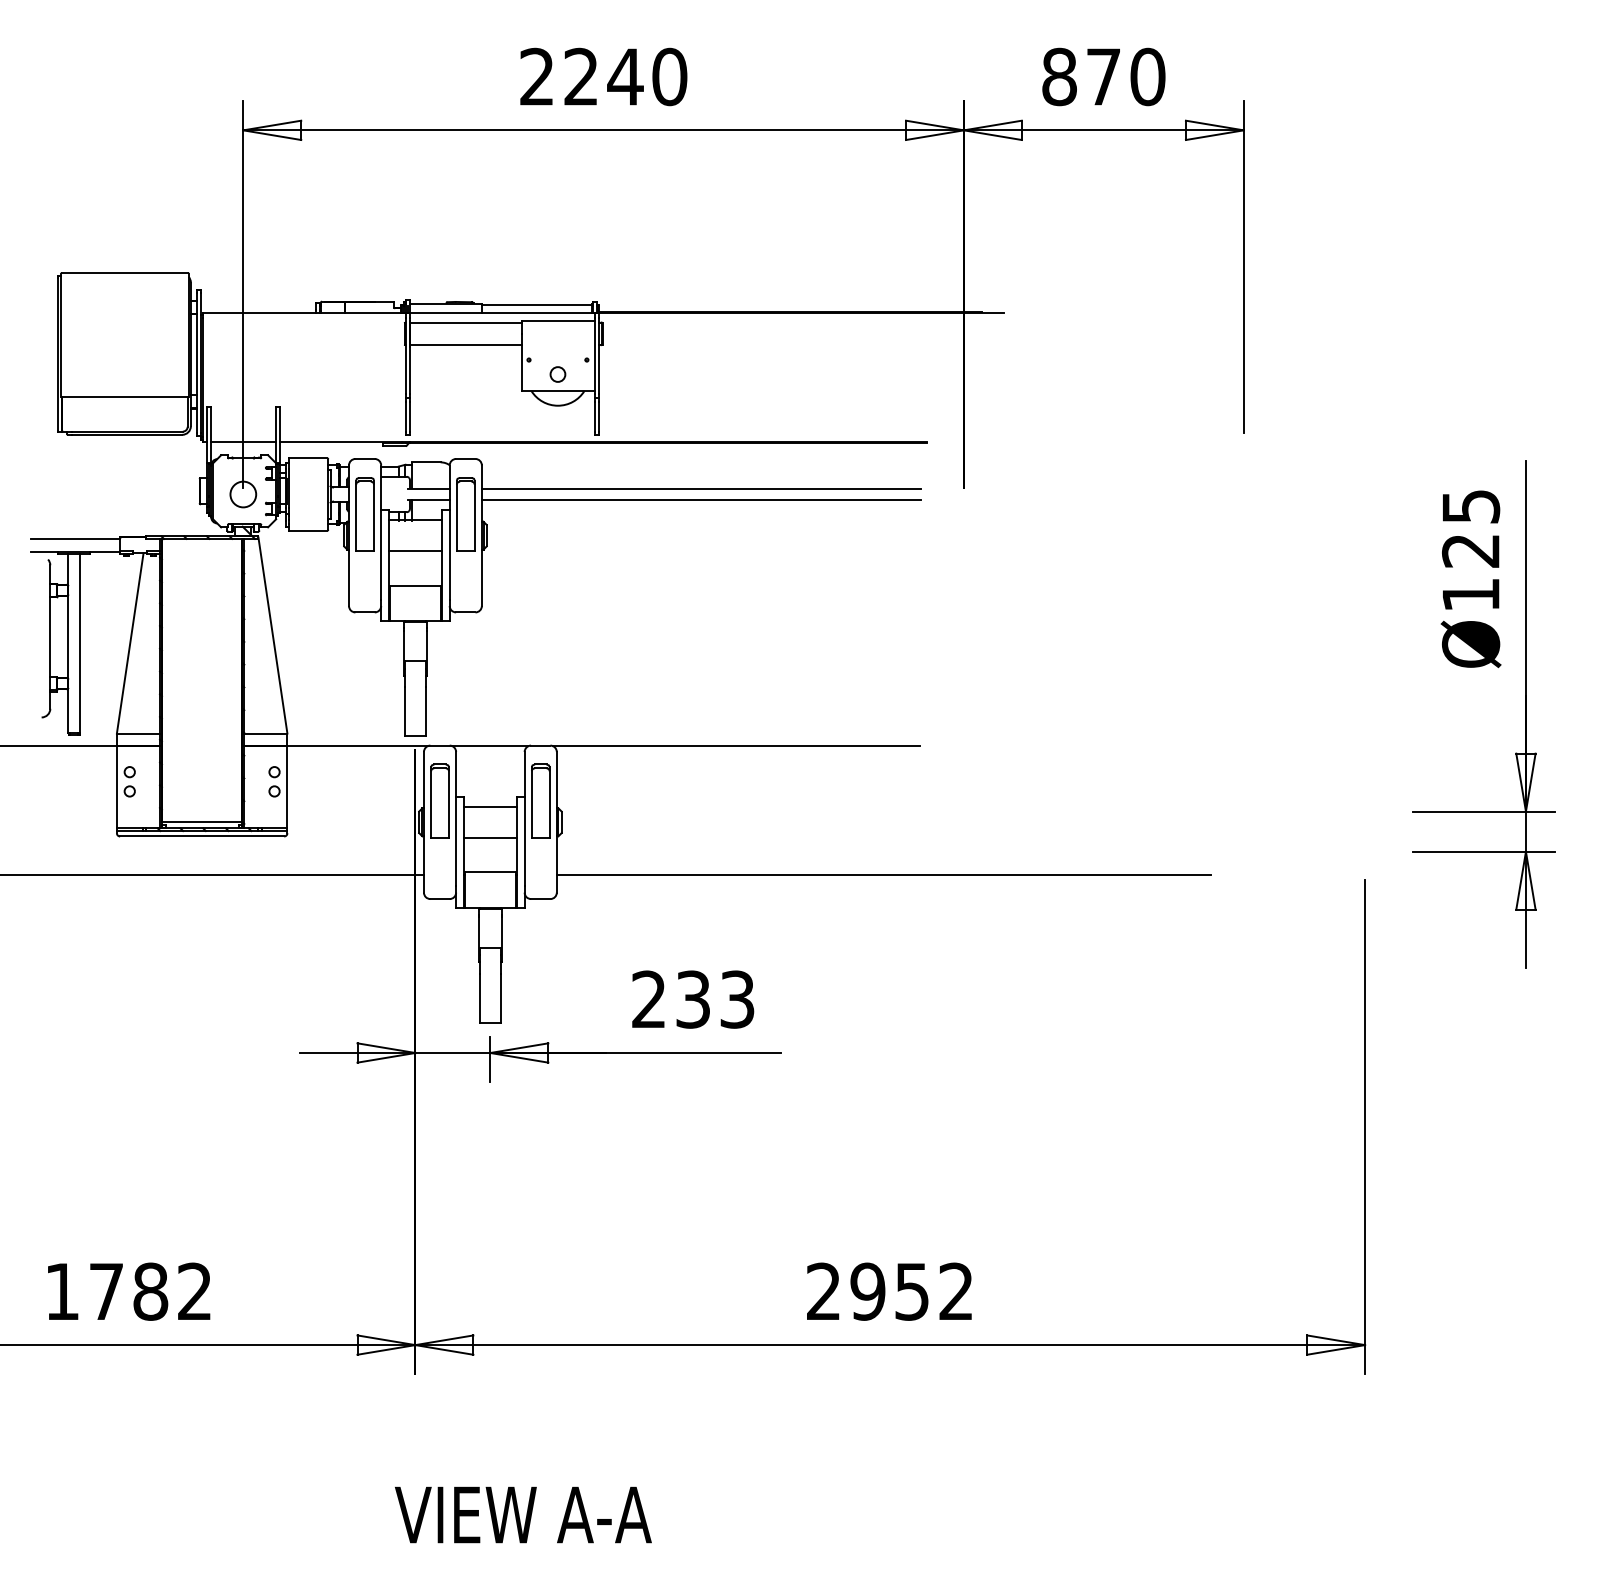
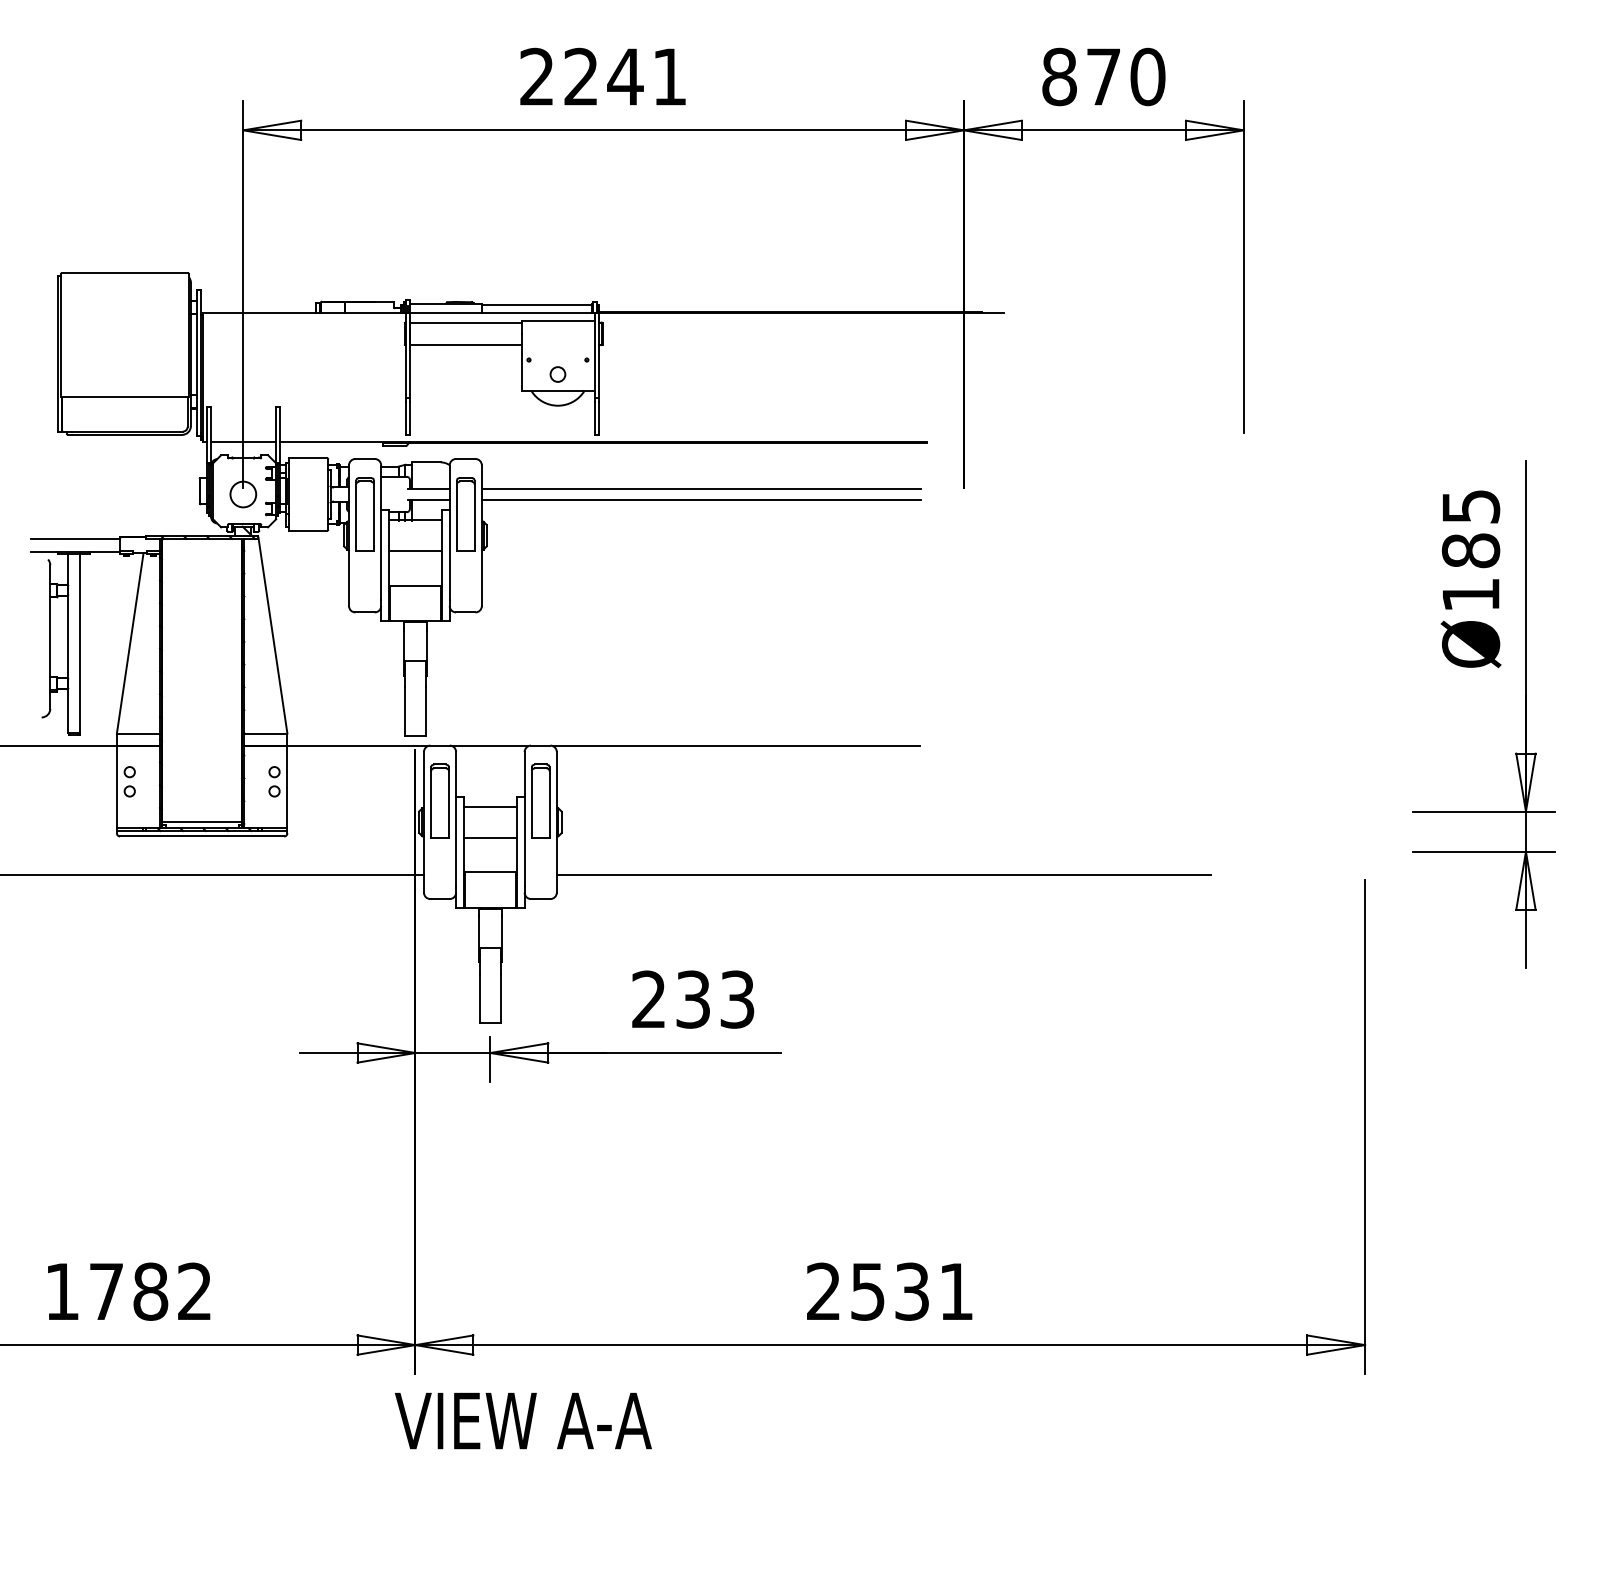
text at (669, 76): 2240 -> 2241
text at (1470, 550): Ø125 -> Ø185
text at (911, 1291): 2952 -> 2531
text at (523, 1514) position: (523, 1514) -> (523, 1420)
